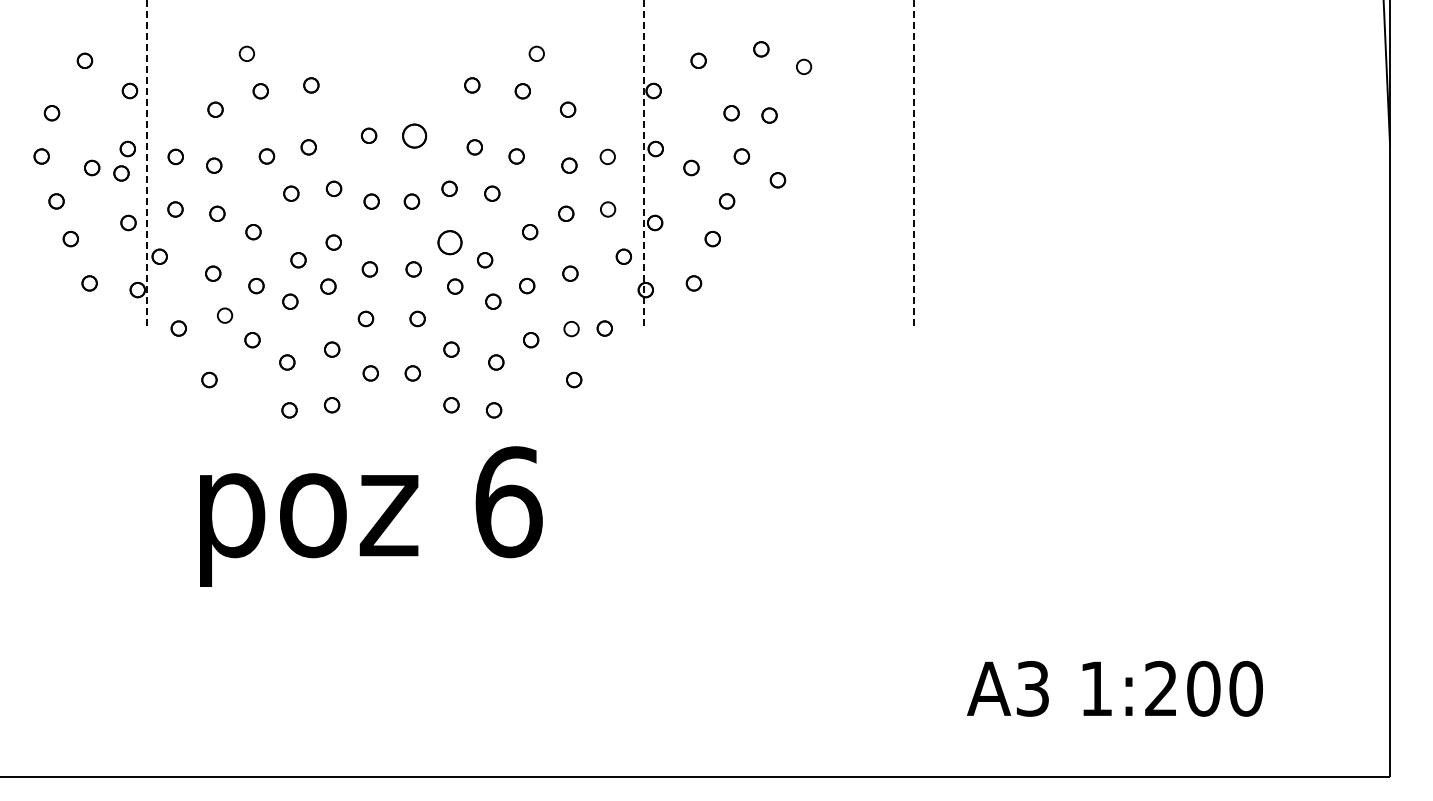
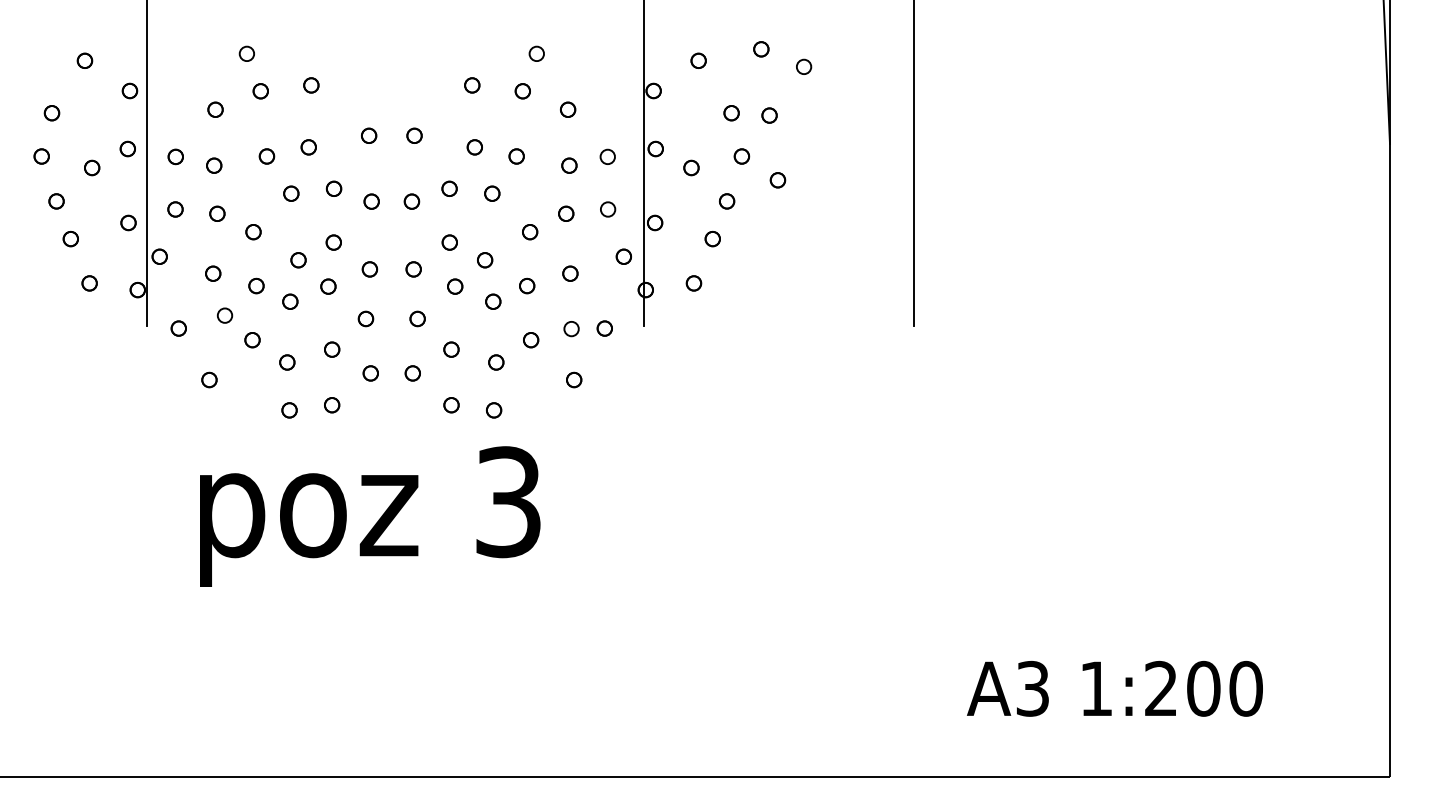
circle at (414, 135) size: 26x26 px -> 17x17 px
line at (147, 162): dashed -> solid
line at (644, 162): dashed -> solid
line at (914, 162): dashed -> solid
circle at (121, 173): present -> none
circle at (449, 242) size: 26x26 px -> 17x17 px
text at (508, 502): 6 -> 3
